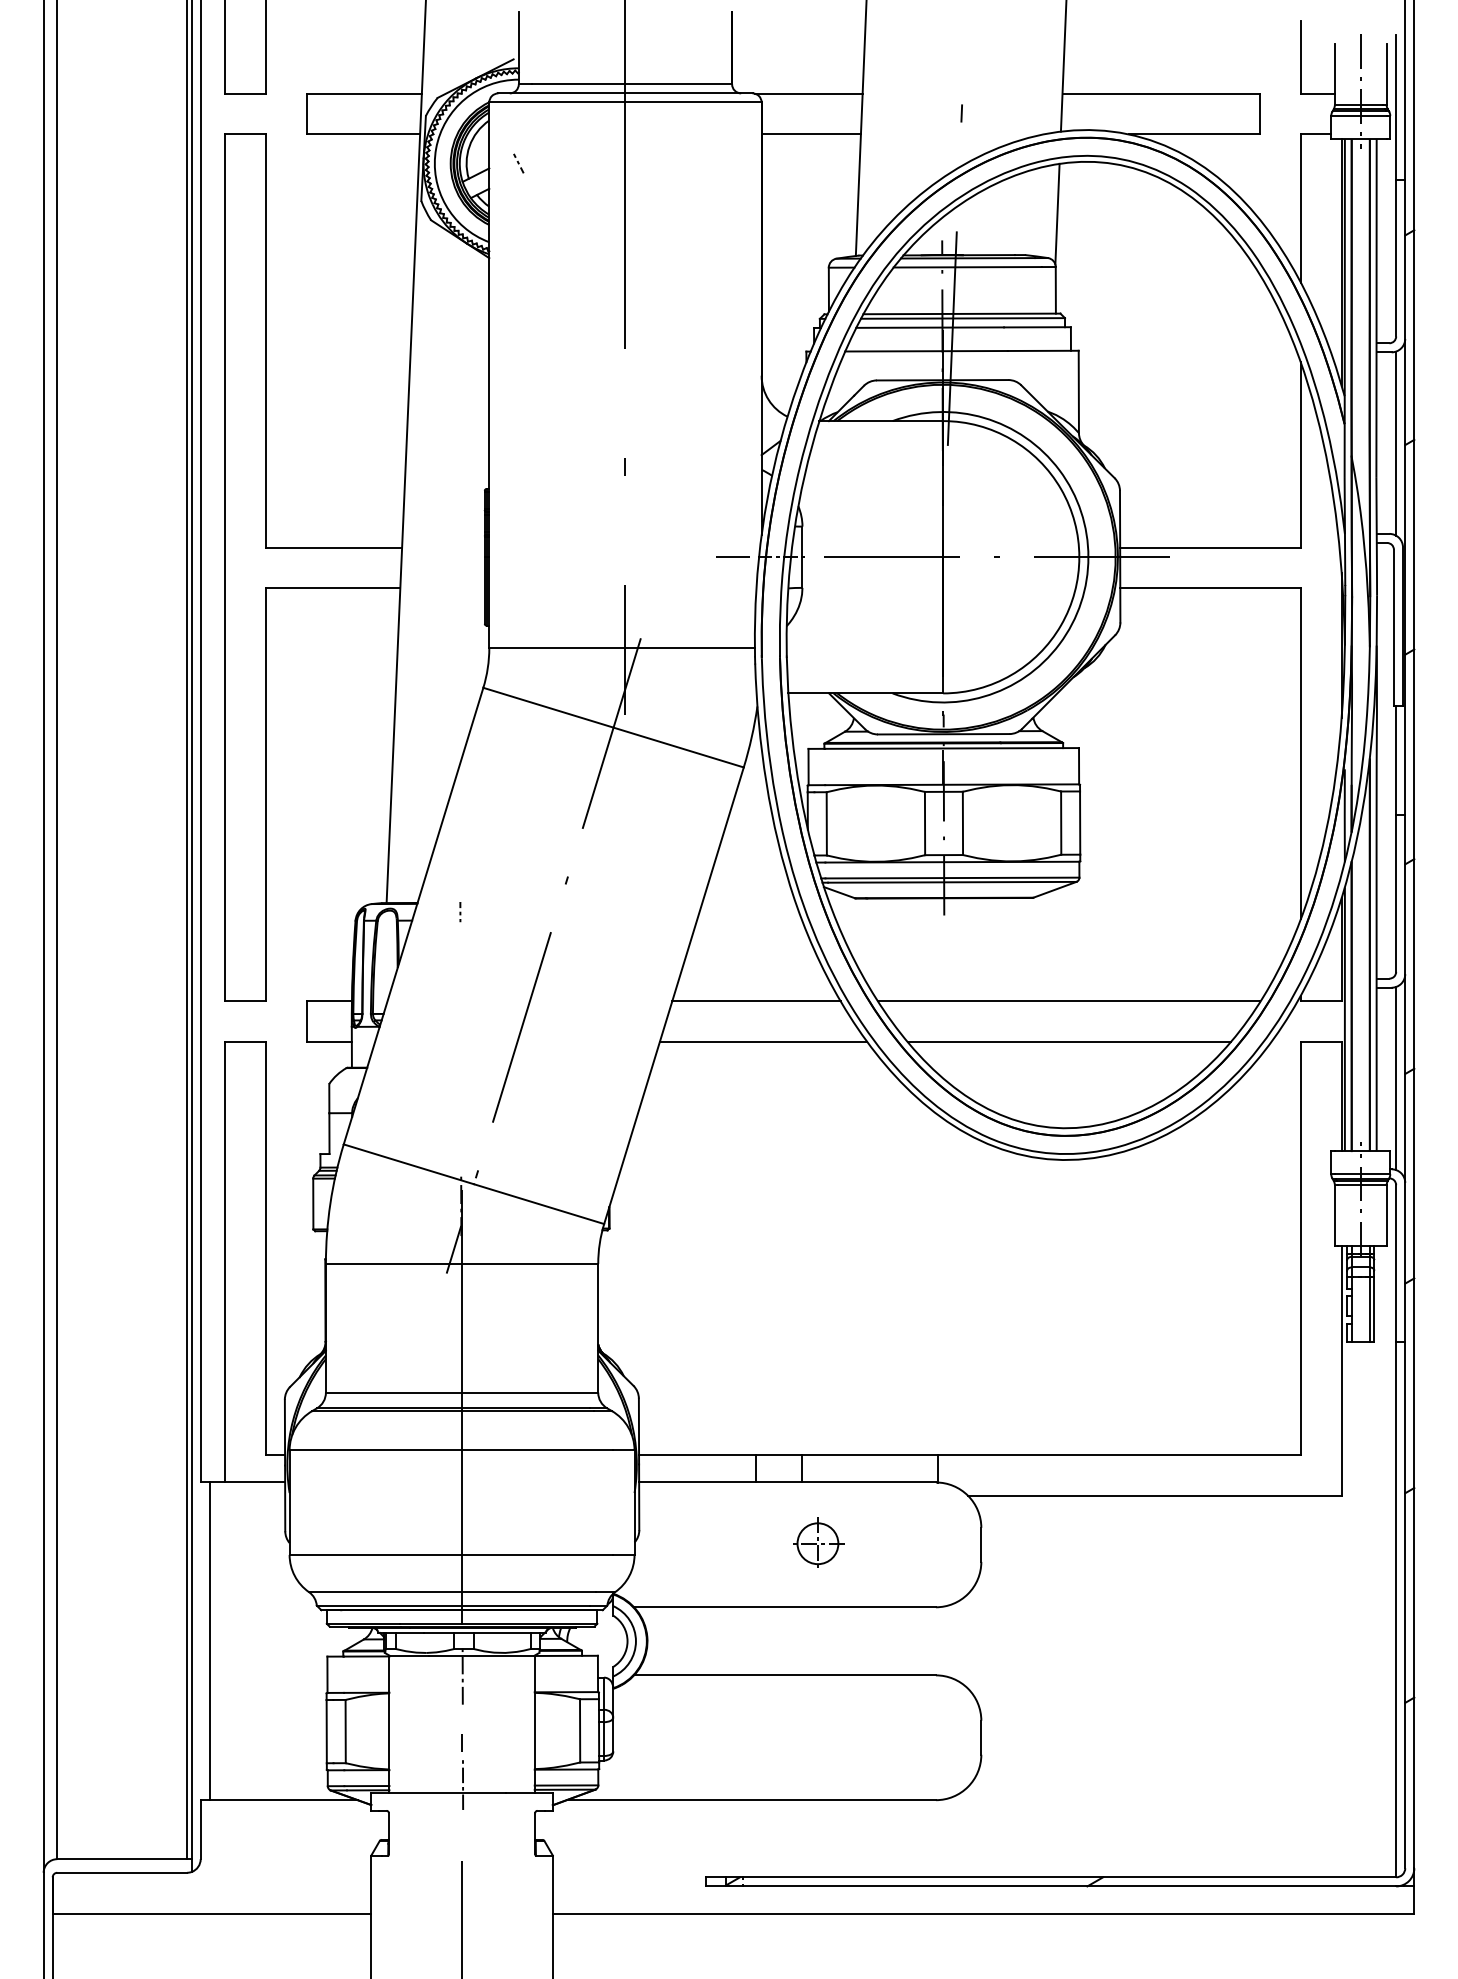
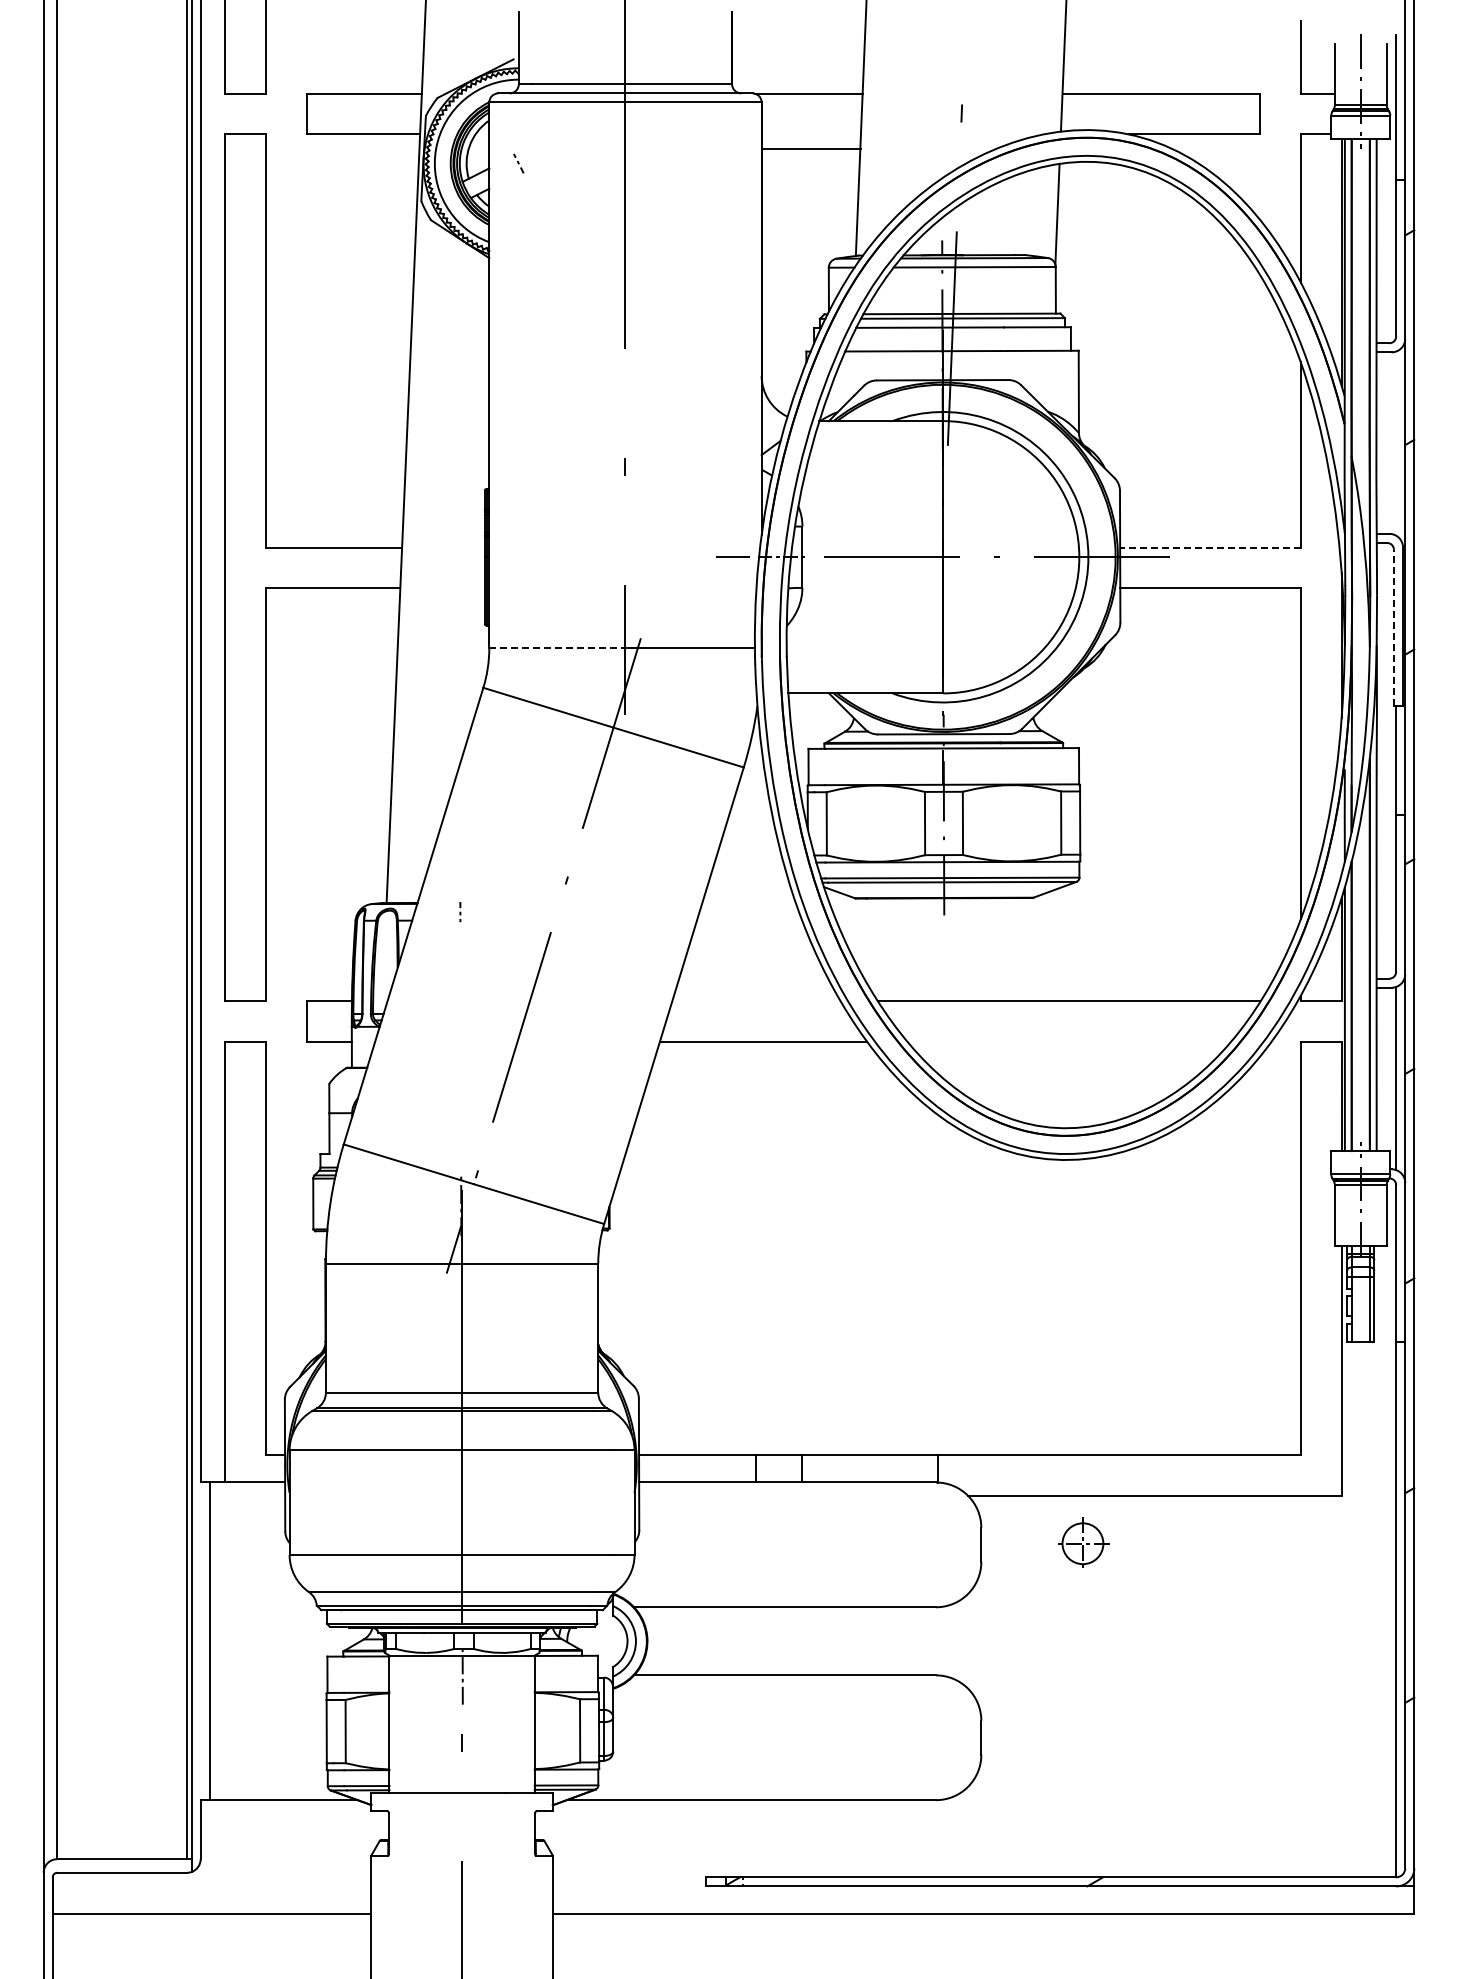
line at (810, 134) position: (810, 134) -> (810, 149)
line at (1396, 443): present -> none
line at (1210, 547): solid -> dashed
line at (1393, 627): solid -> dashed
line at (557, 648): solid -> dashed
line at (756, 1001): present -> none
line at (1068, 1042): present -> none
part at (818, 1542) position: (818, 1542) -> (1083, 1542)
line at (462, 1783): present -> none
